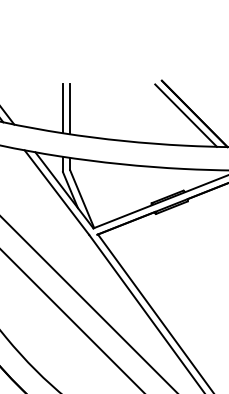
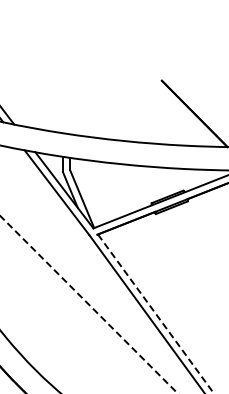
line at (62, 108): present -> none
line at (70, 109): present -> none
line at (185, 115): present -> none
line at (89, 305): solid -> dashed
line at (156, 314): solid -> dashed
line at (71, 320): present -> none
